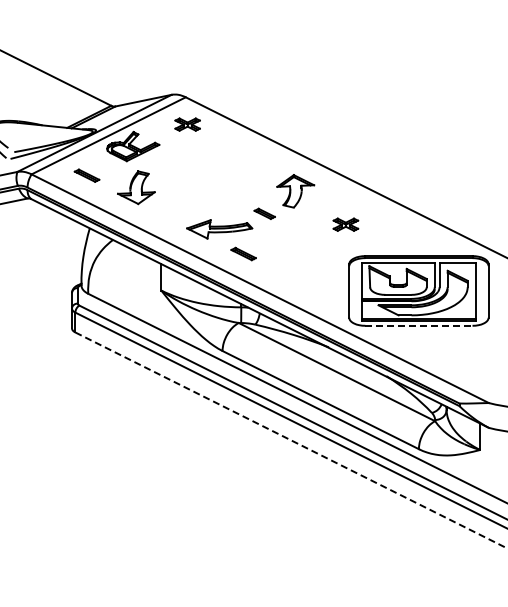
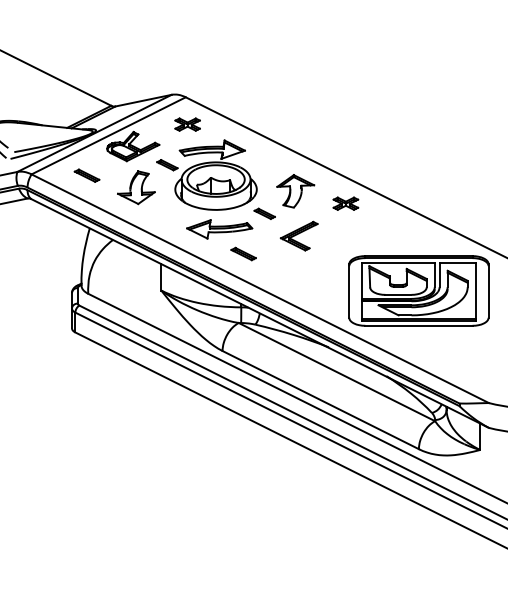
part at (206, 174): none -> present
part at (345, 224) position: (345, 224) -> (345, 203)
part at (298, 235): none -> present
line at (418, 325): dashed -> solid
line at (291, 440): dashed -> solid
